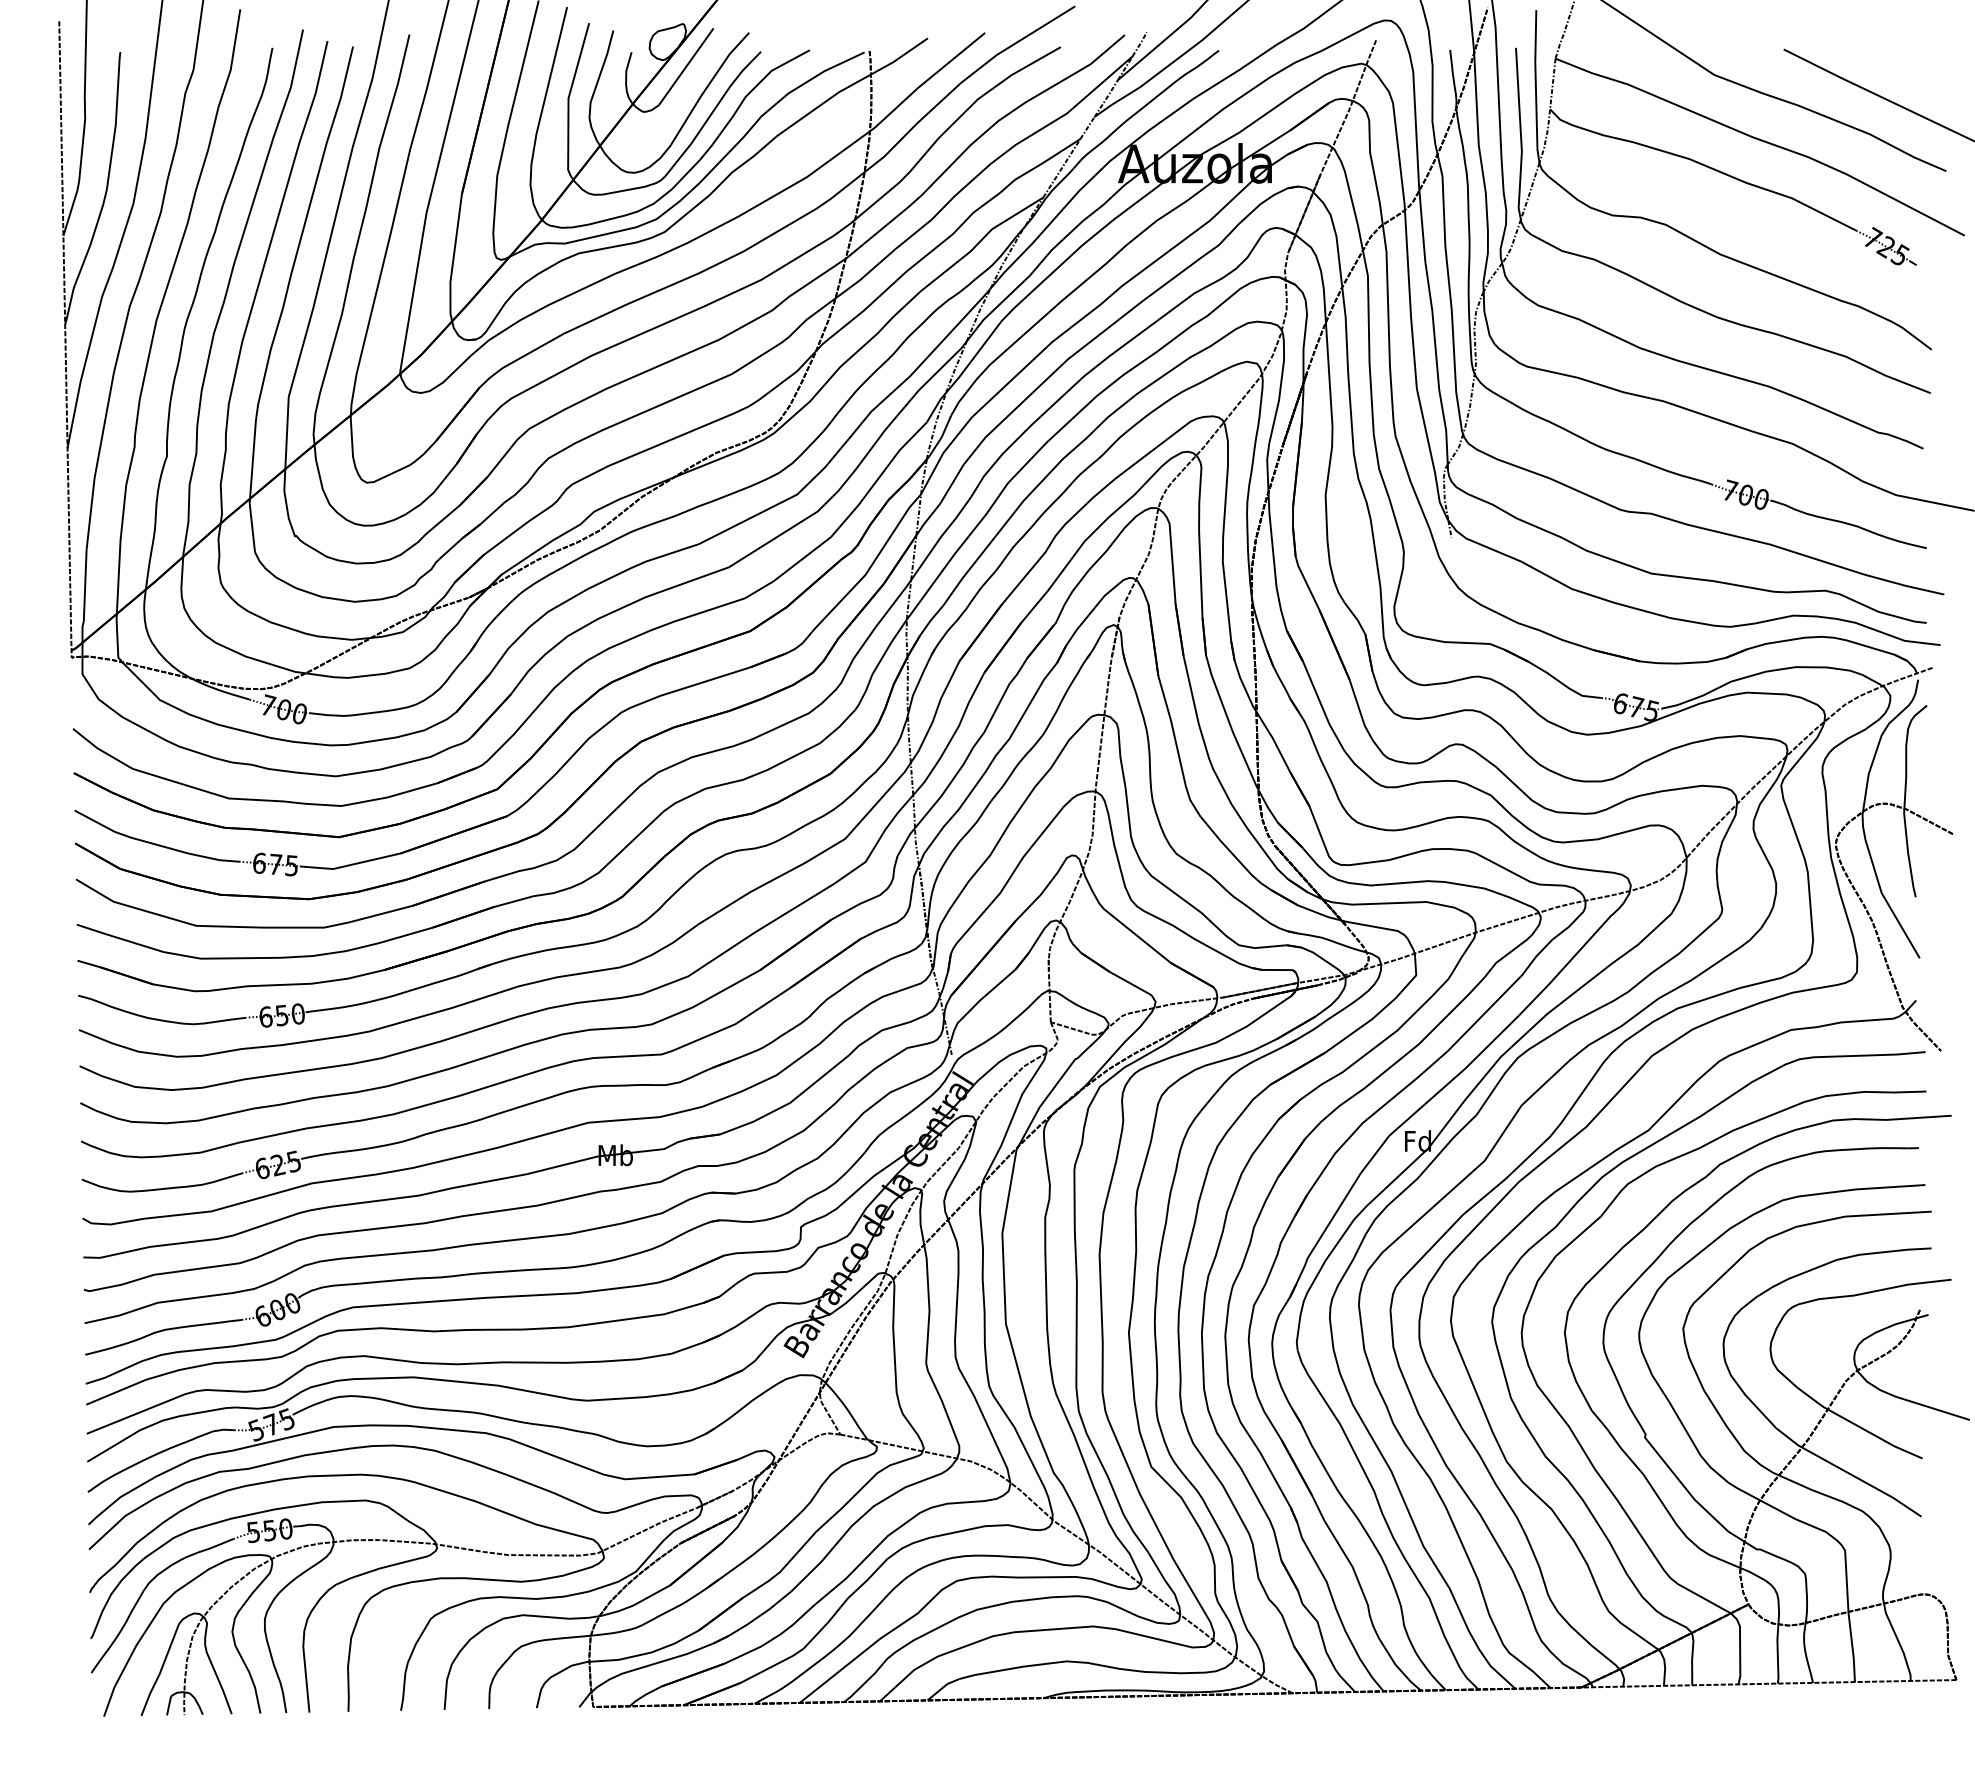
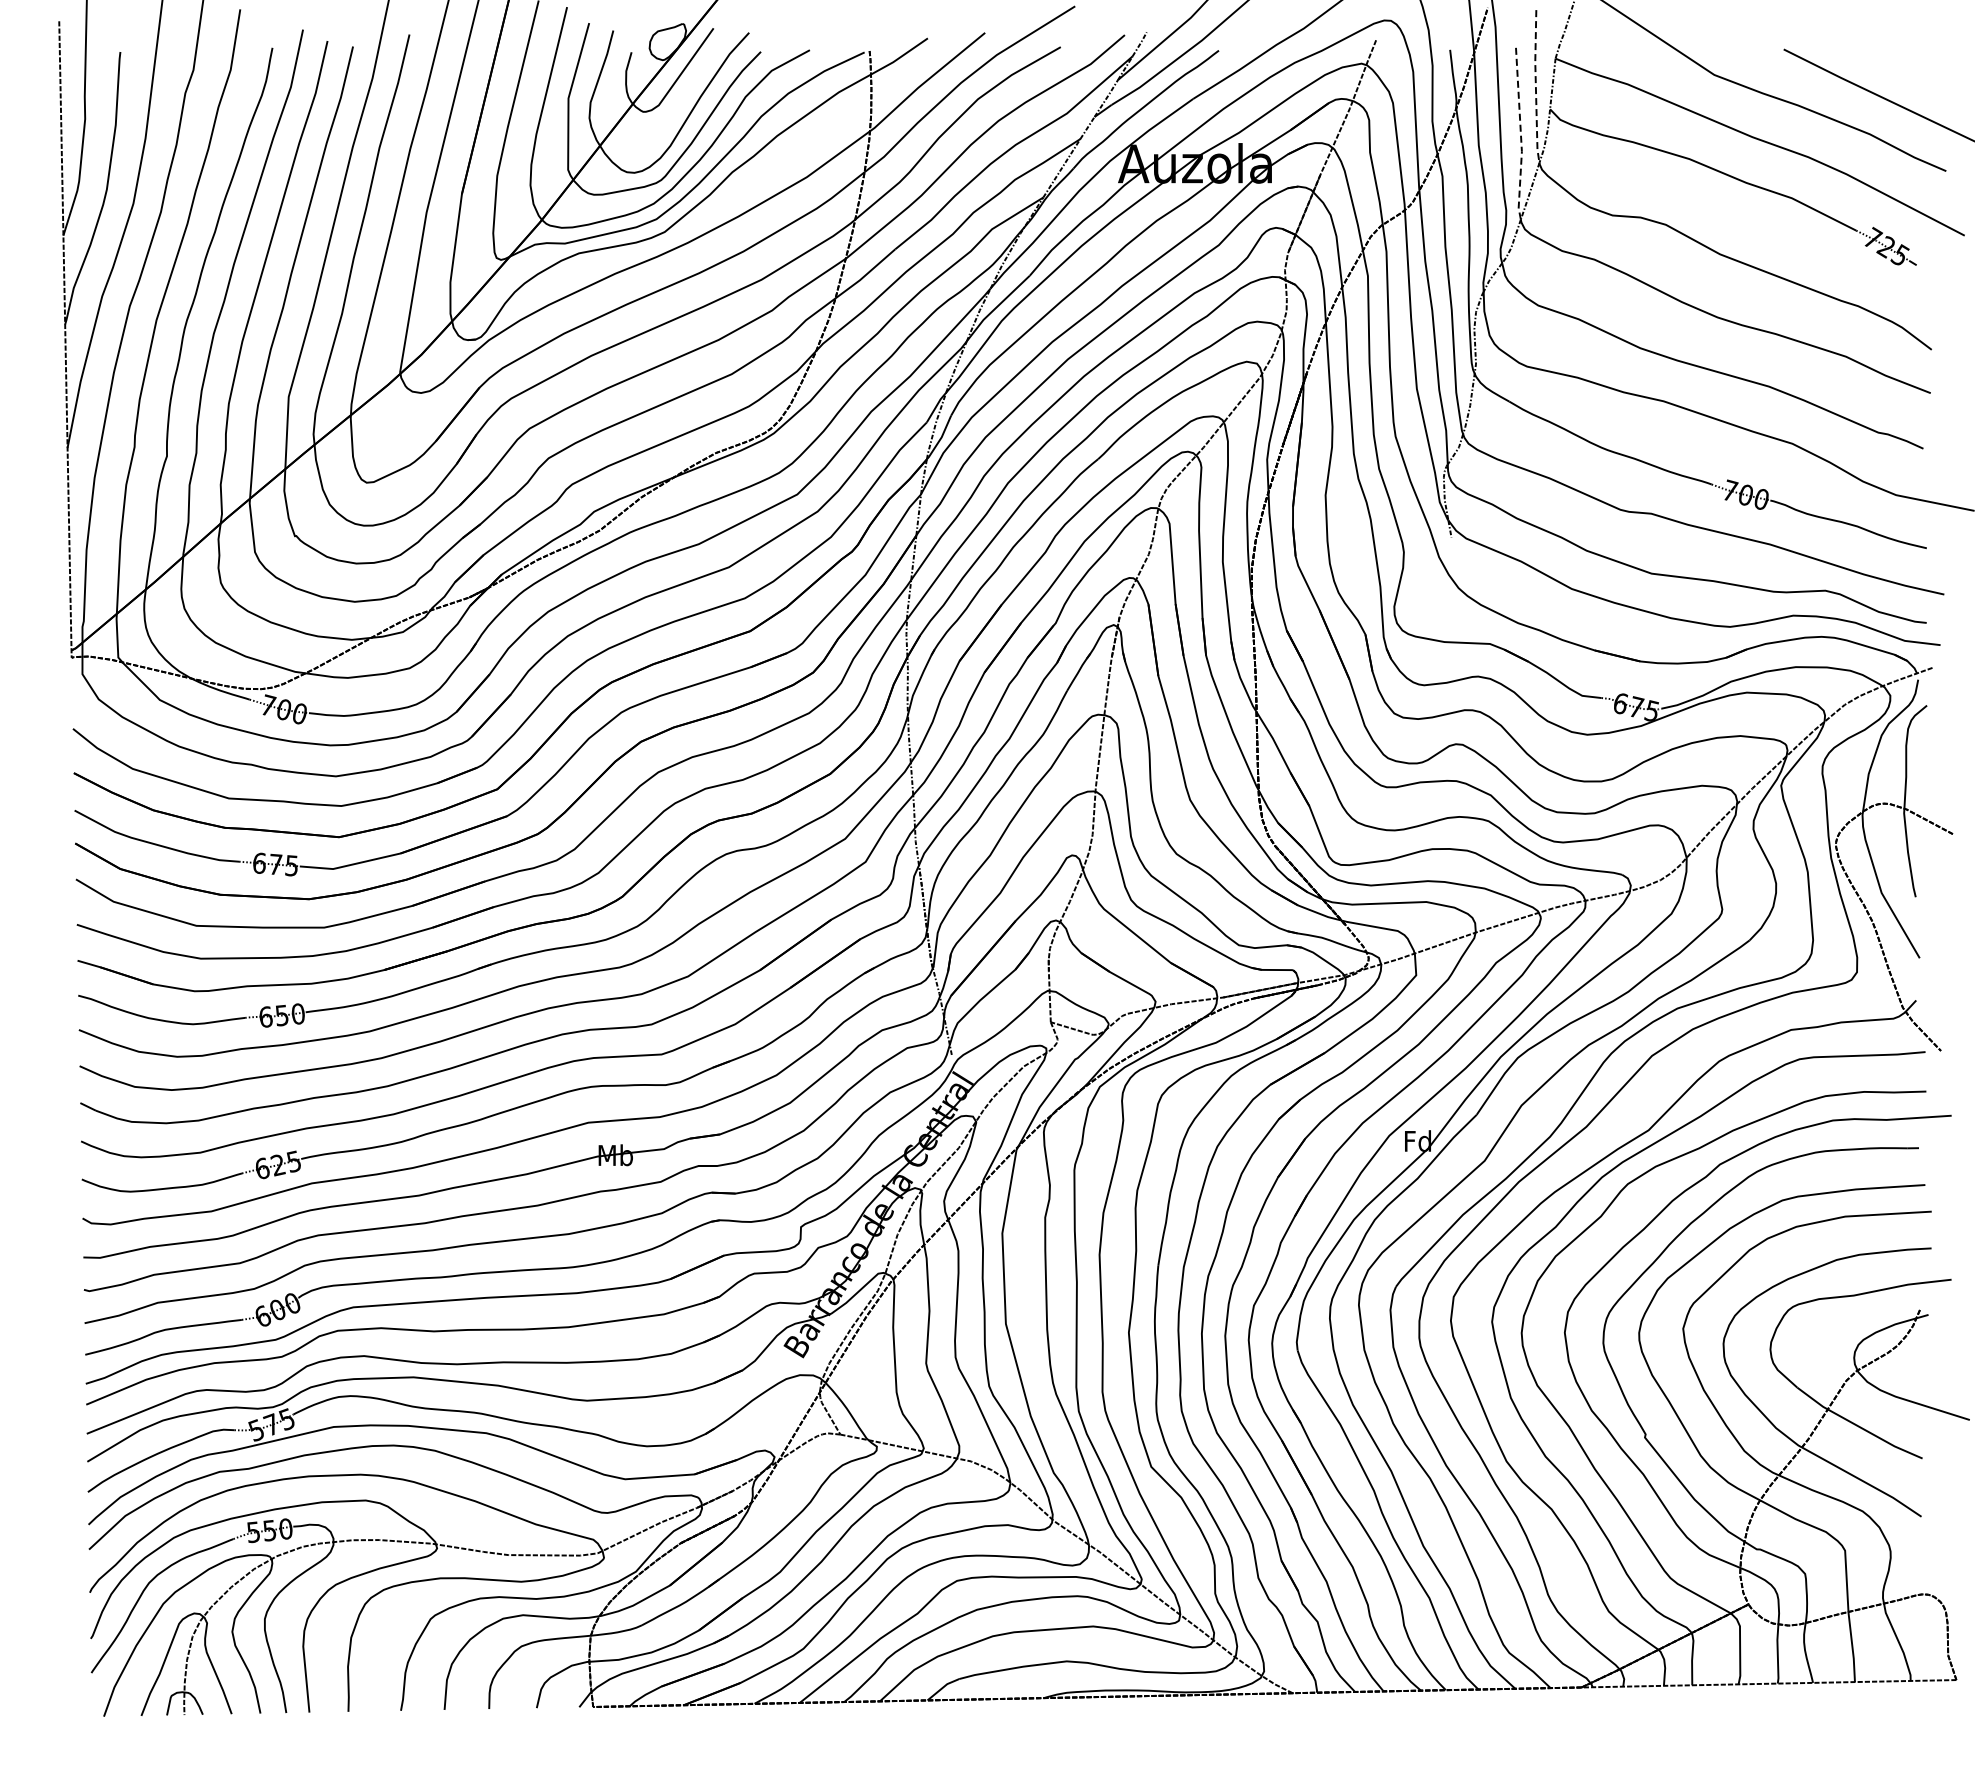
line at (1535, 87): solid -> dashed
line at (1521, 135): solid -> dashed
